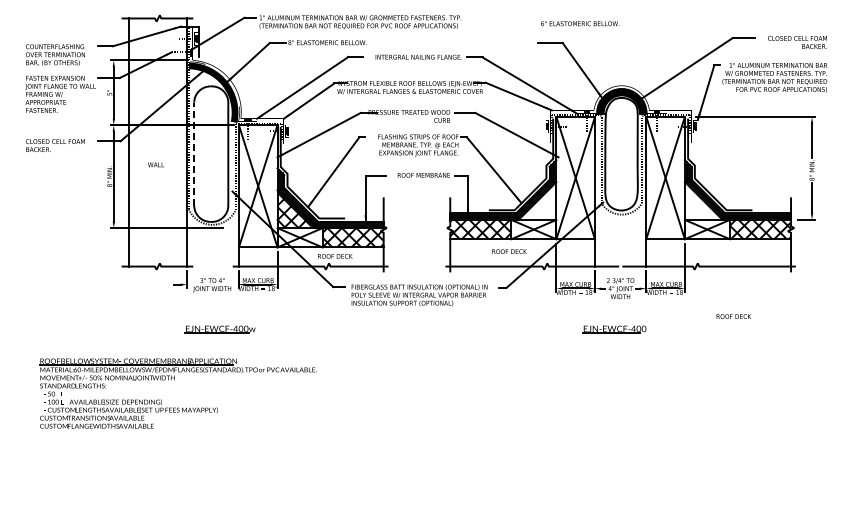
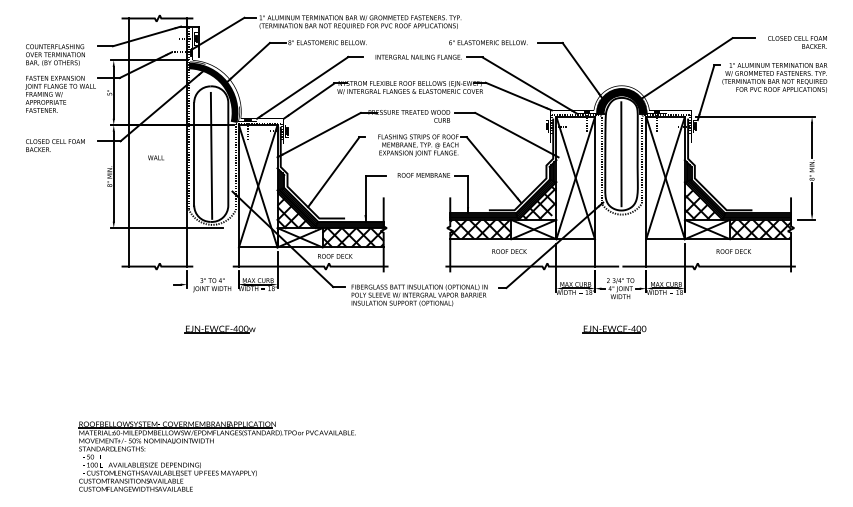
text at (580, 23) position: (580, 23) -> (488, 42)
line at (194, 153): dashed -> solid
line at (621, 154): none -> present
line at (211, 155): none -> present
text at (155, 164) position: (155, 164) -> (155, 157)
hatch at (703, 201): none -> present
hatch at (539, 202): none -> present
text at (733, 316) position: (733, 316) -> (733, 251)
part at (174, 380) position: (174, 380) -> (213, 443)
